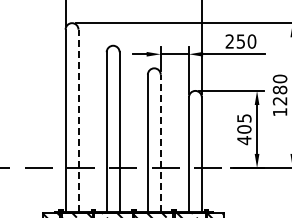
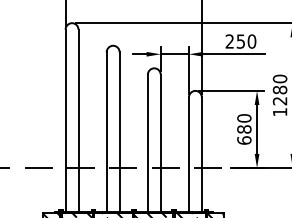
line at (78, 120): dashed -> solid
text at (244, 129): 405 -> 680
line at (160, 143): dashed -> solid
